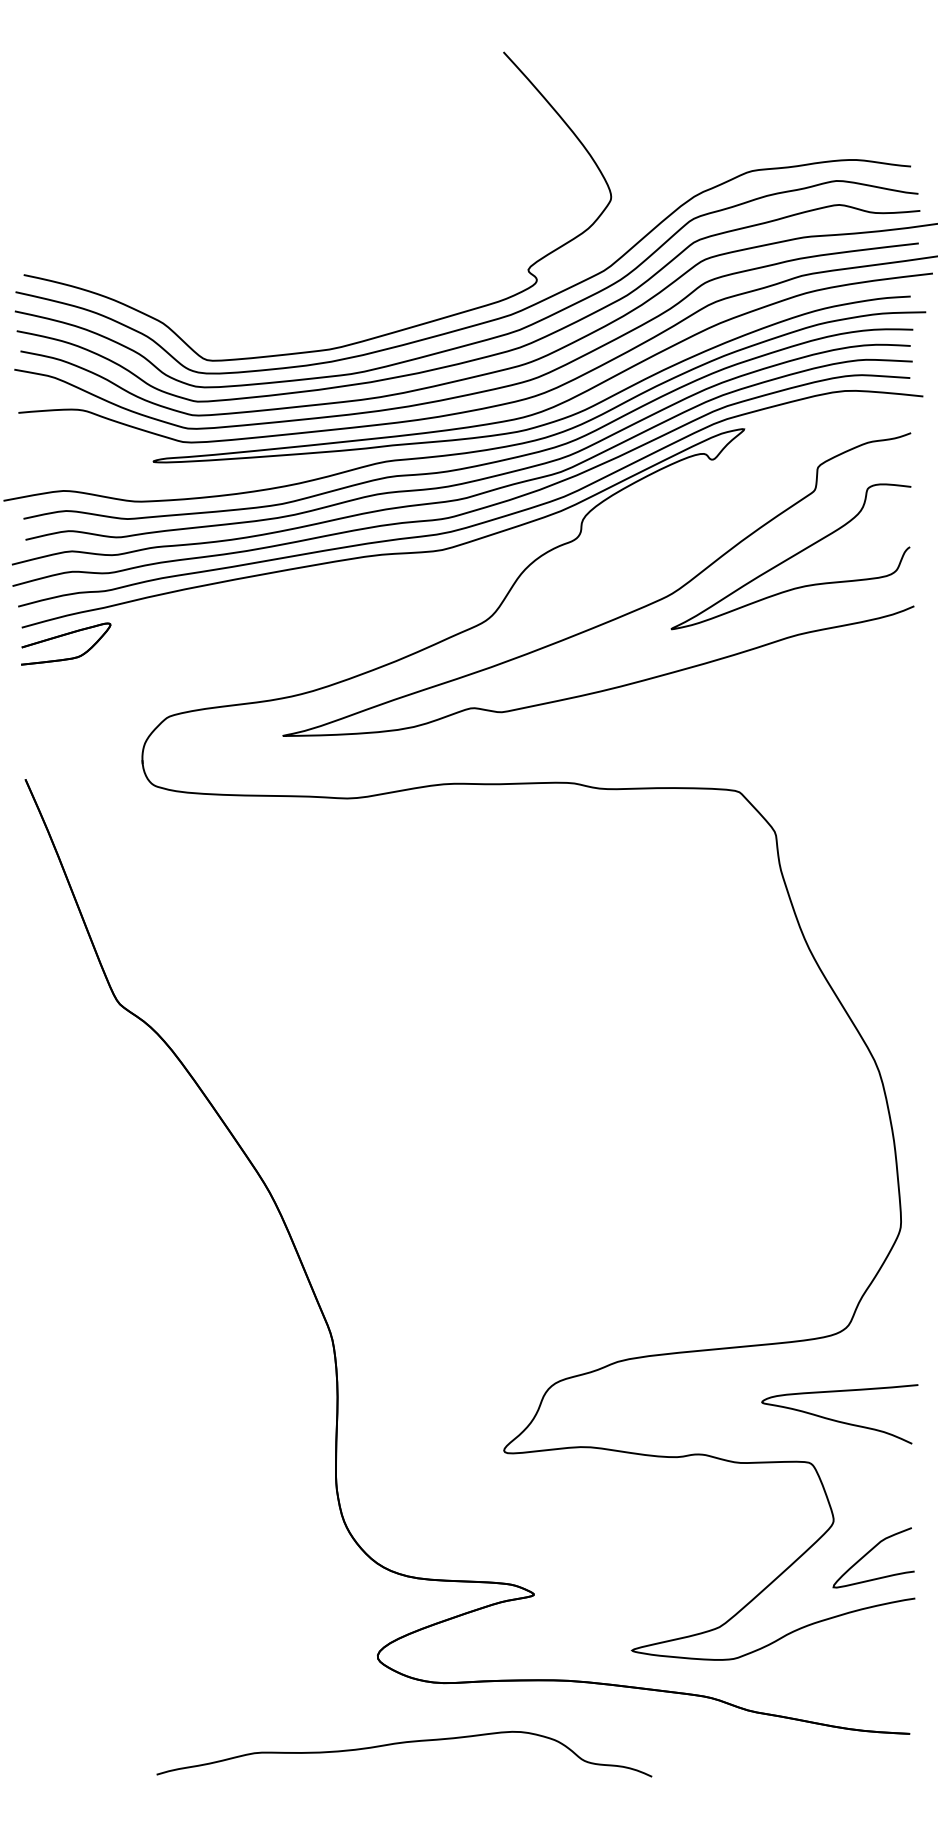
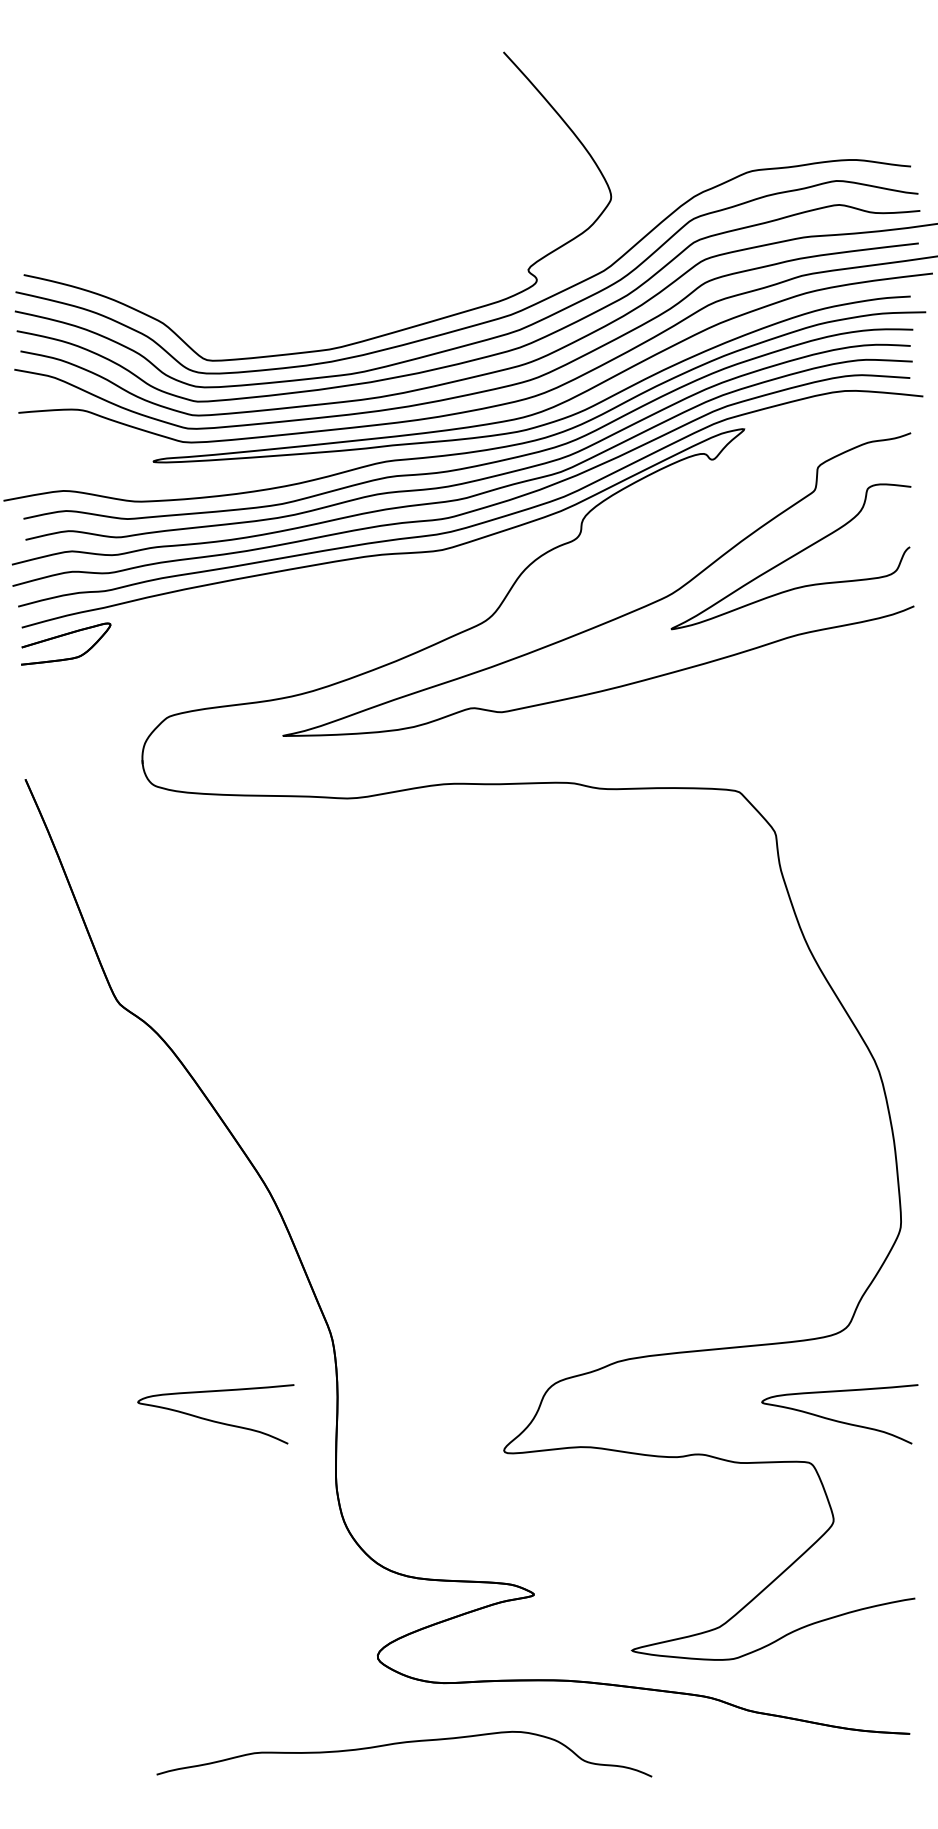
curve at (214, 1420): none -> present
curve at (869, 1552): present -> none
